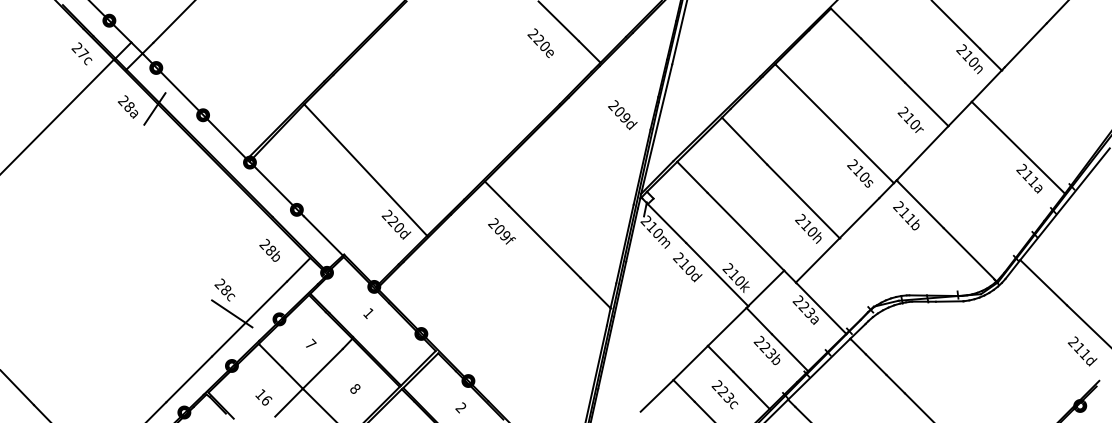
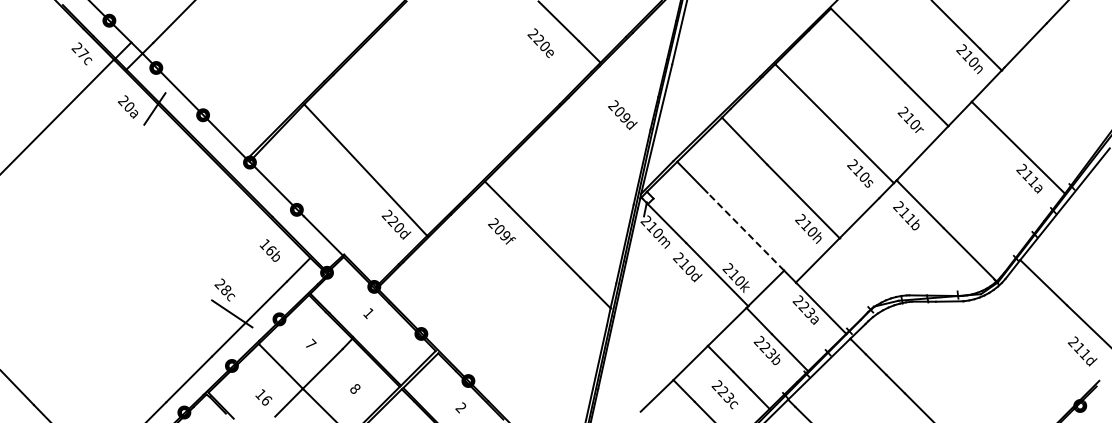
text at (129, 106): 28a -> 20a
line at (745, 231): solid -> dashed
text at (267, 245): 28b -> 16b
